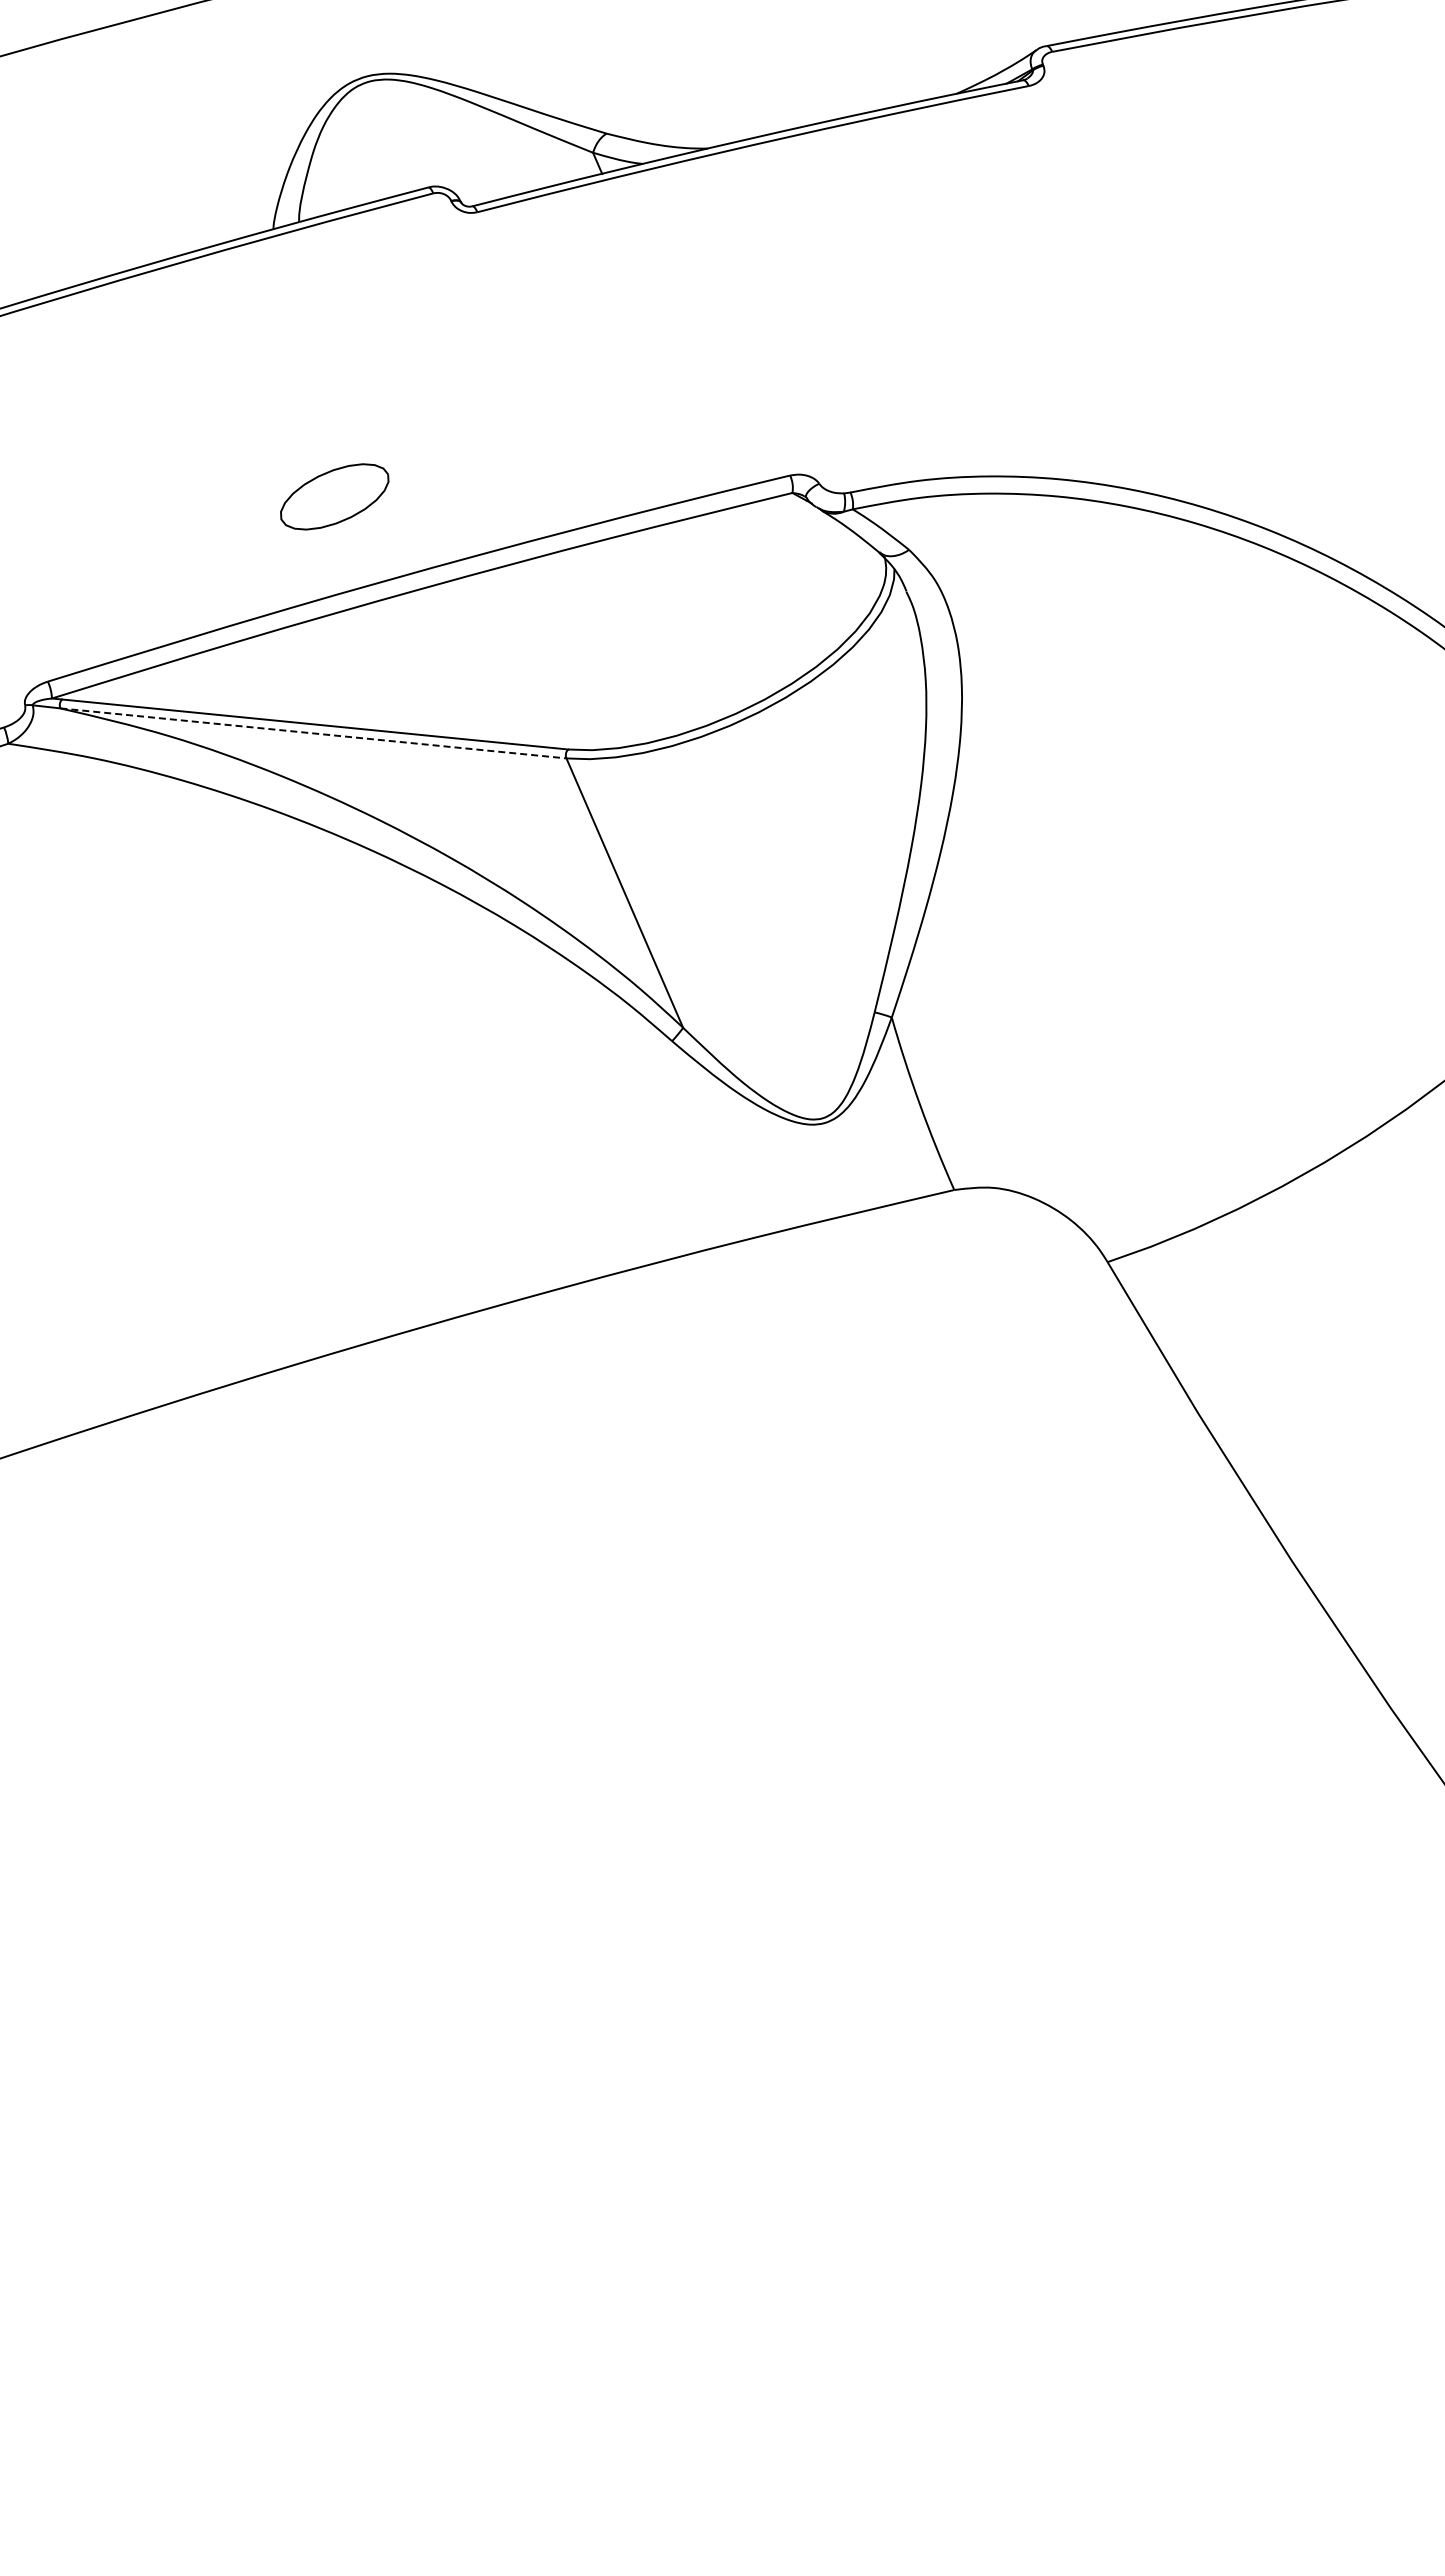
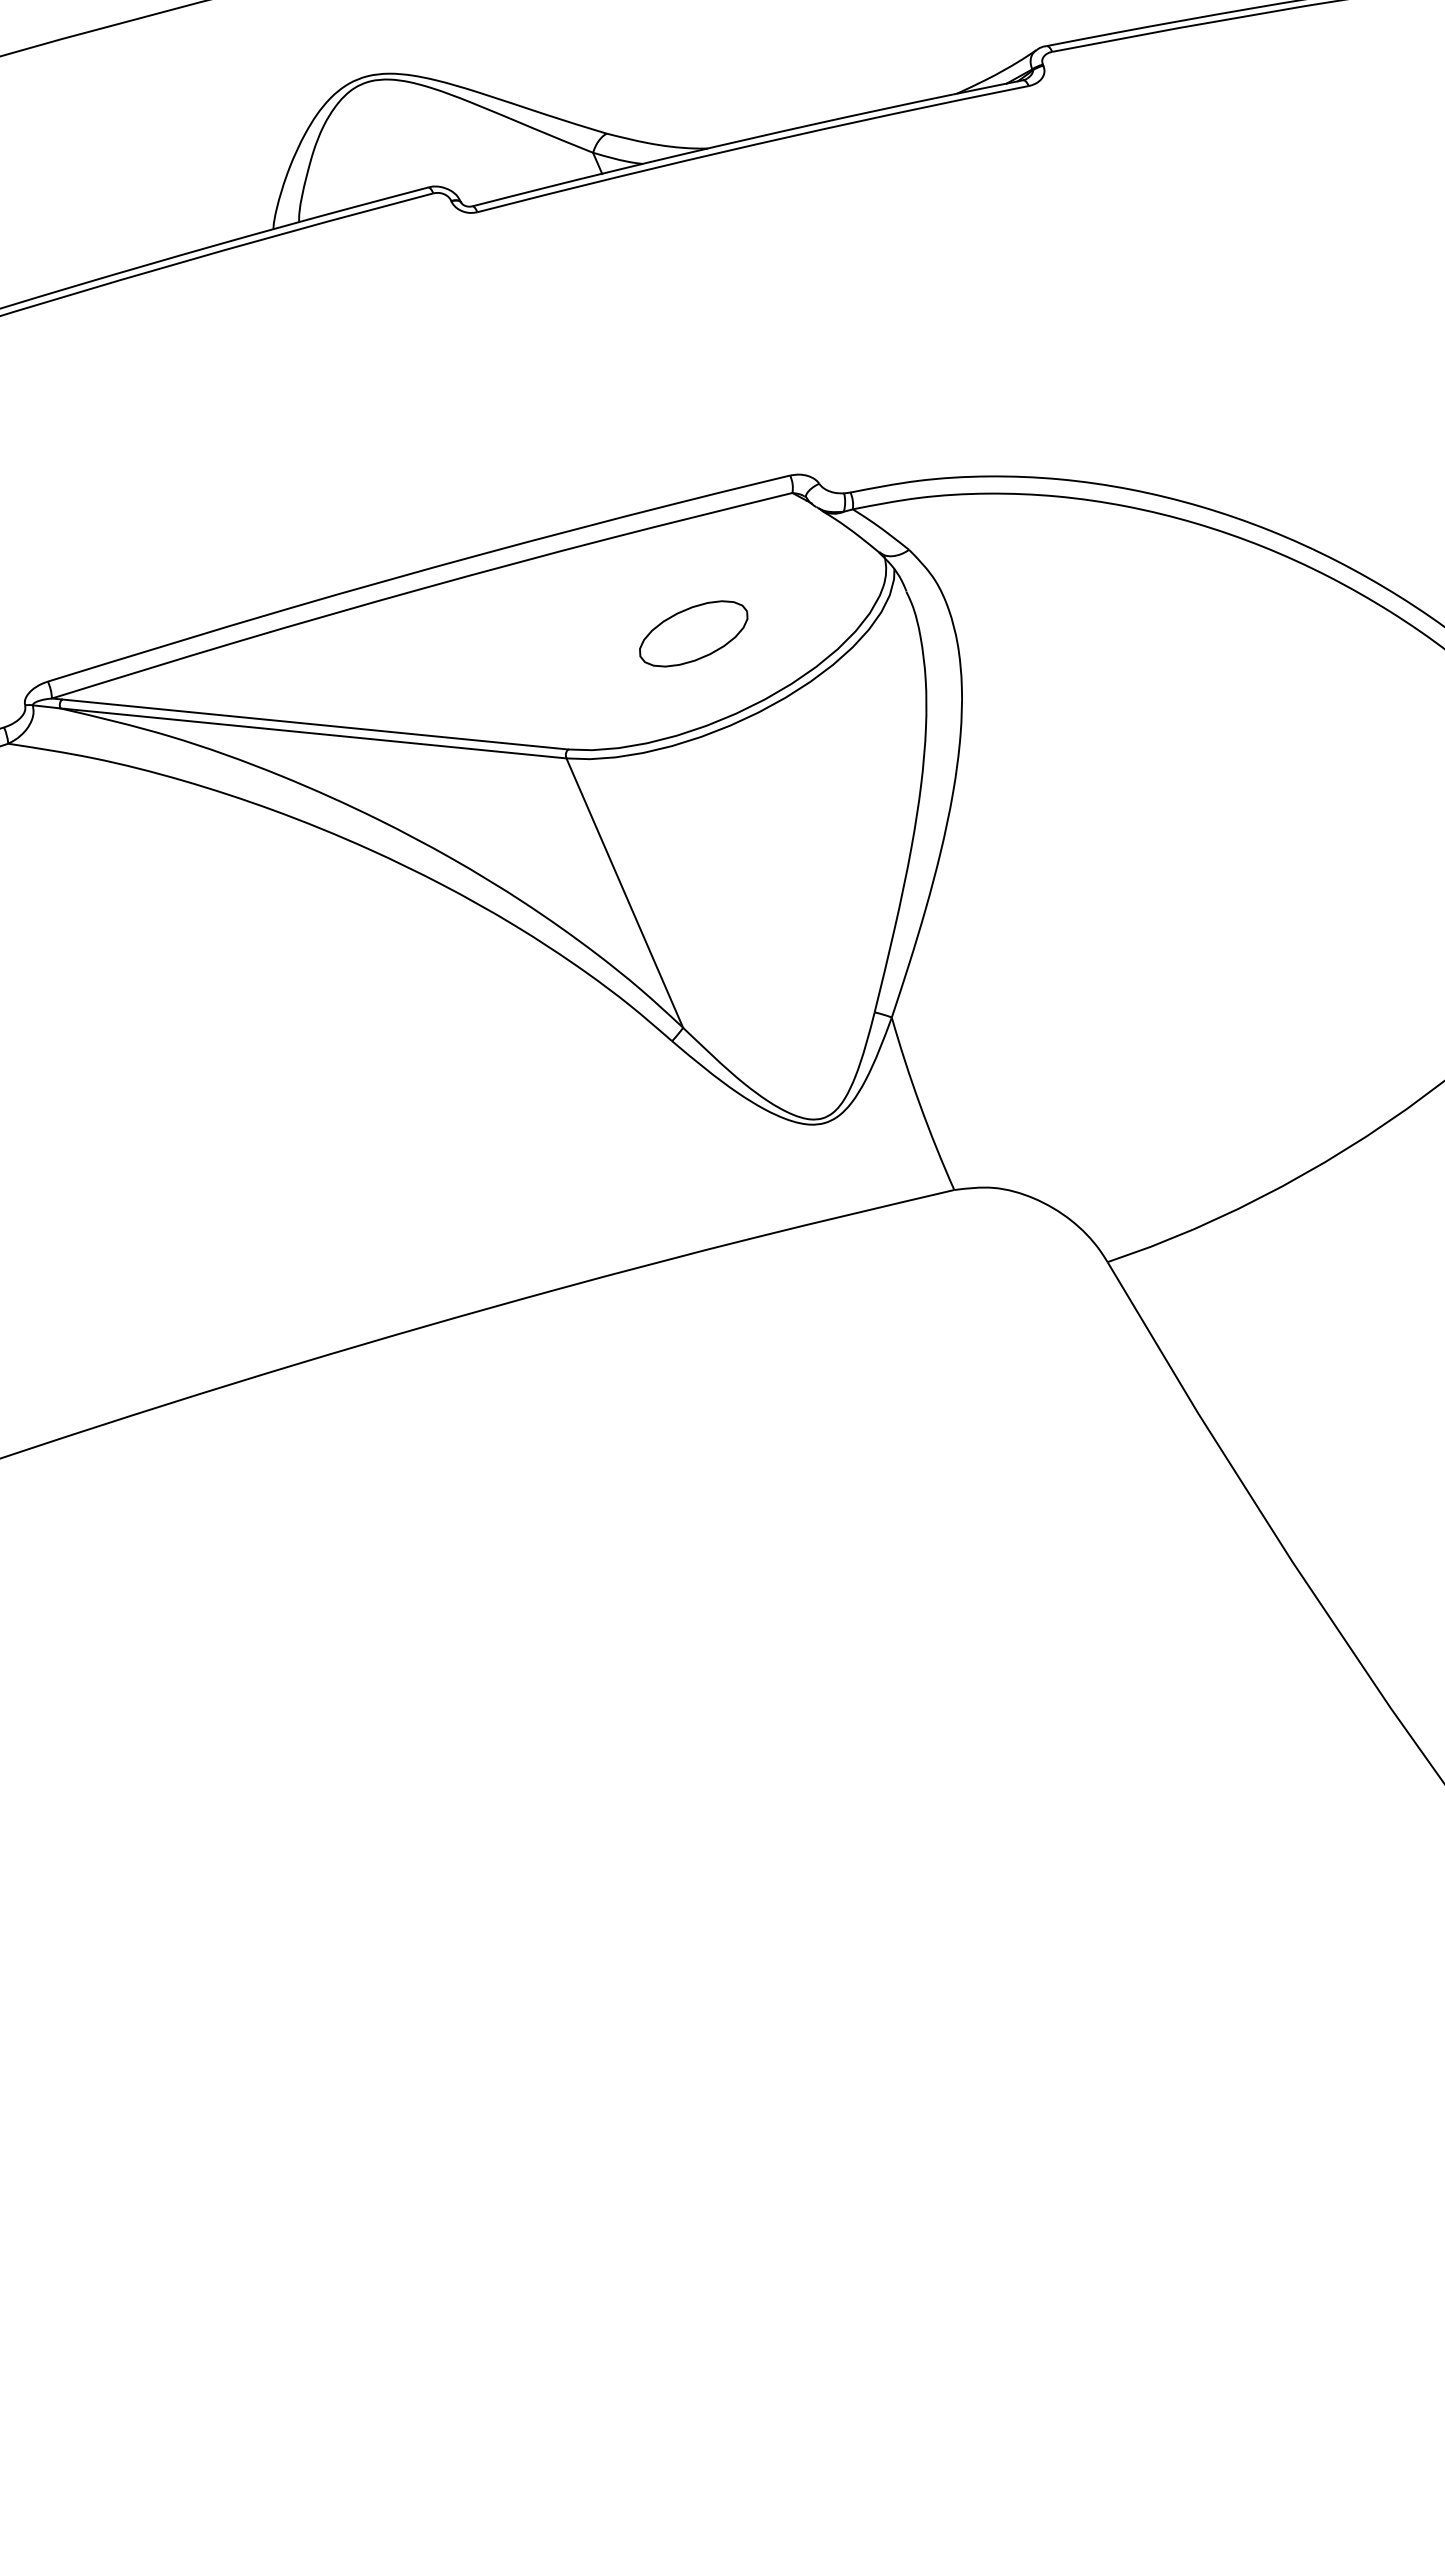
part at (334, 496) position: (334, 496) -> (693, 633)
line at (313, 733): dashed -> solid
